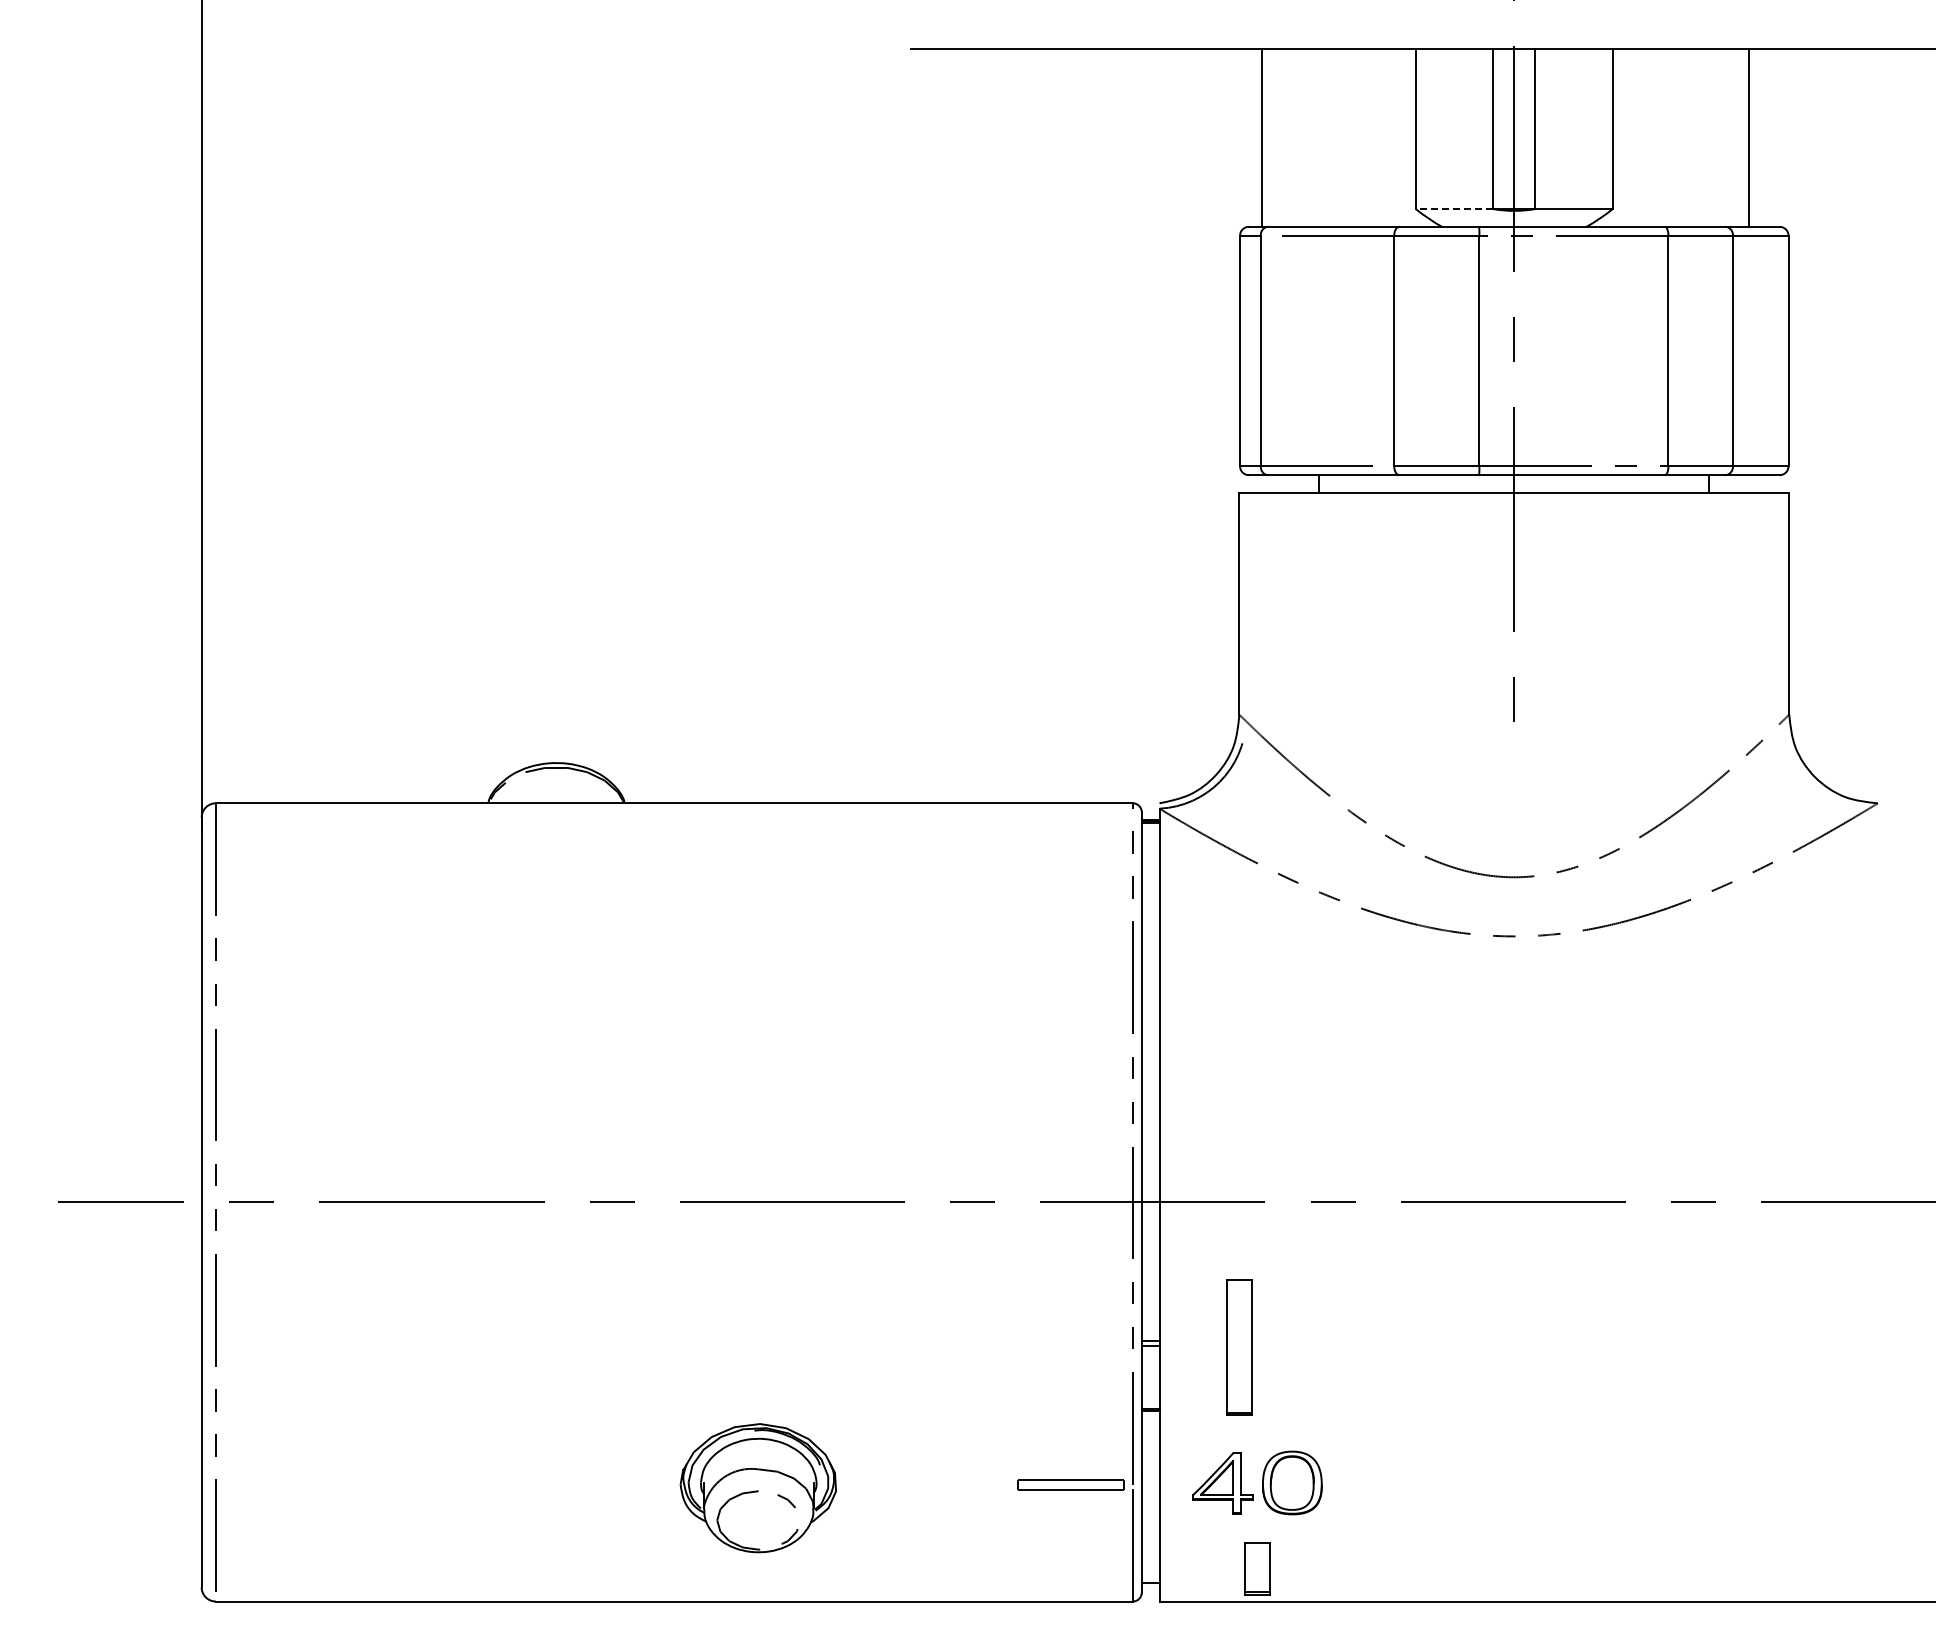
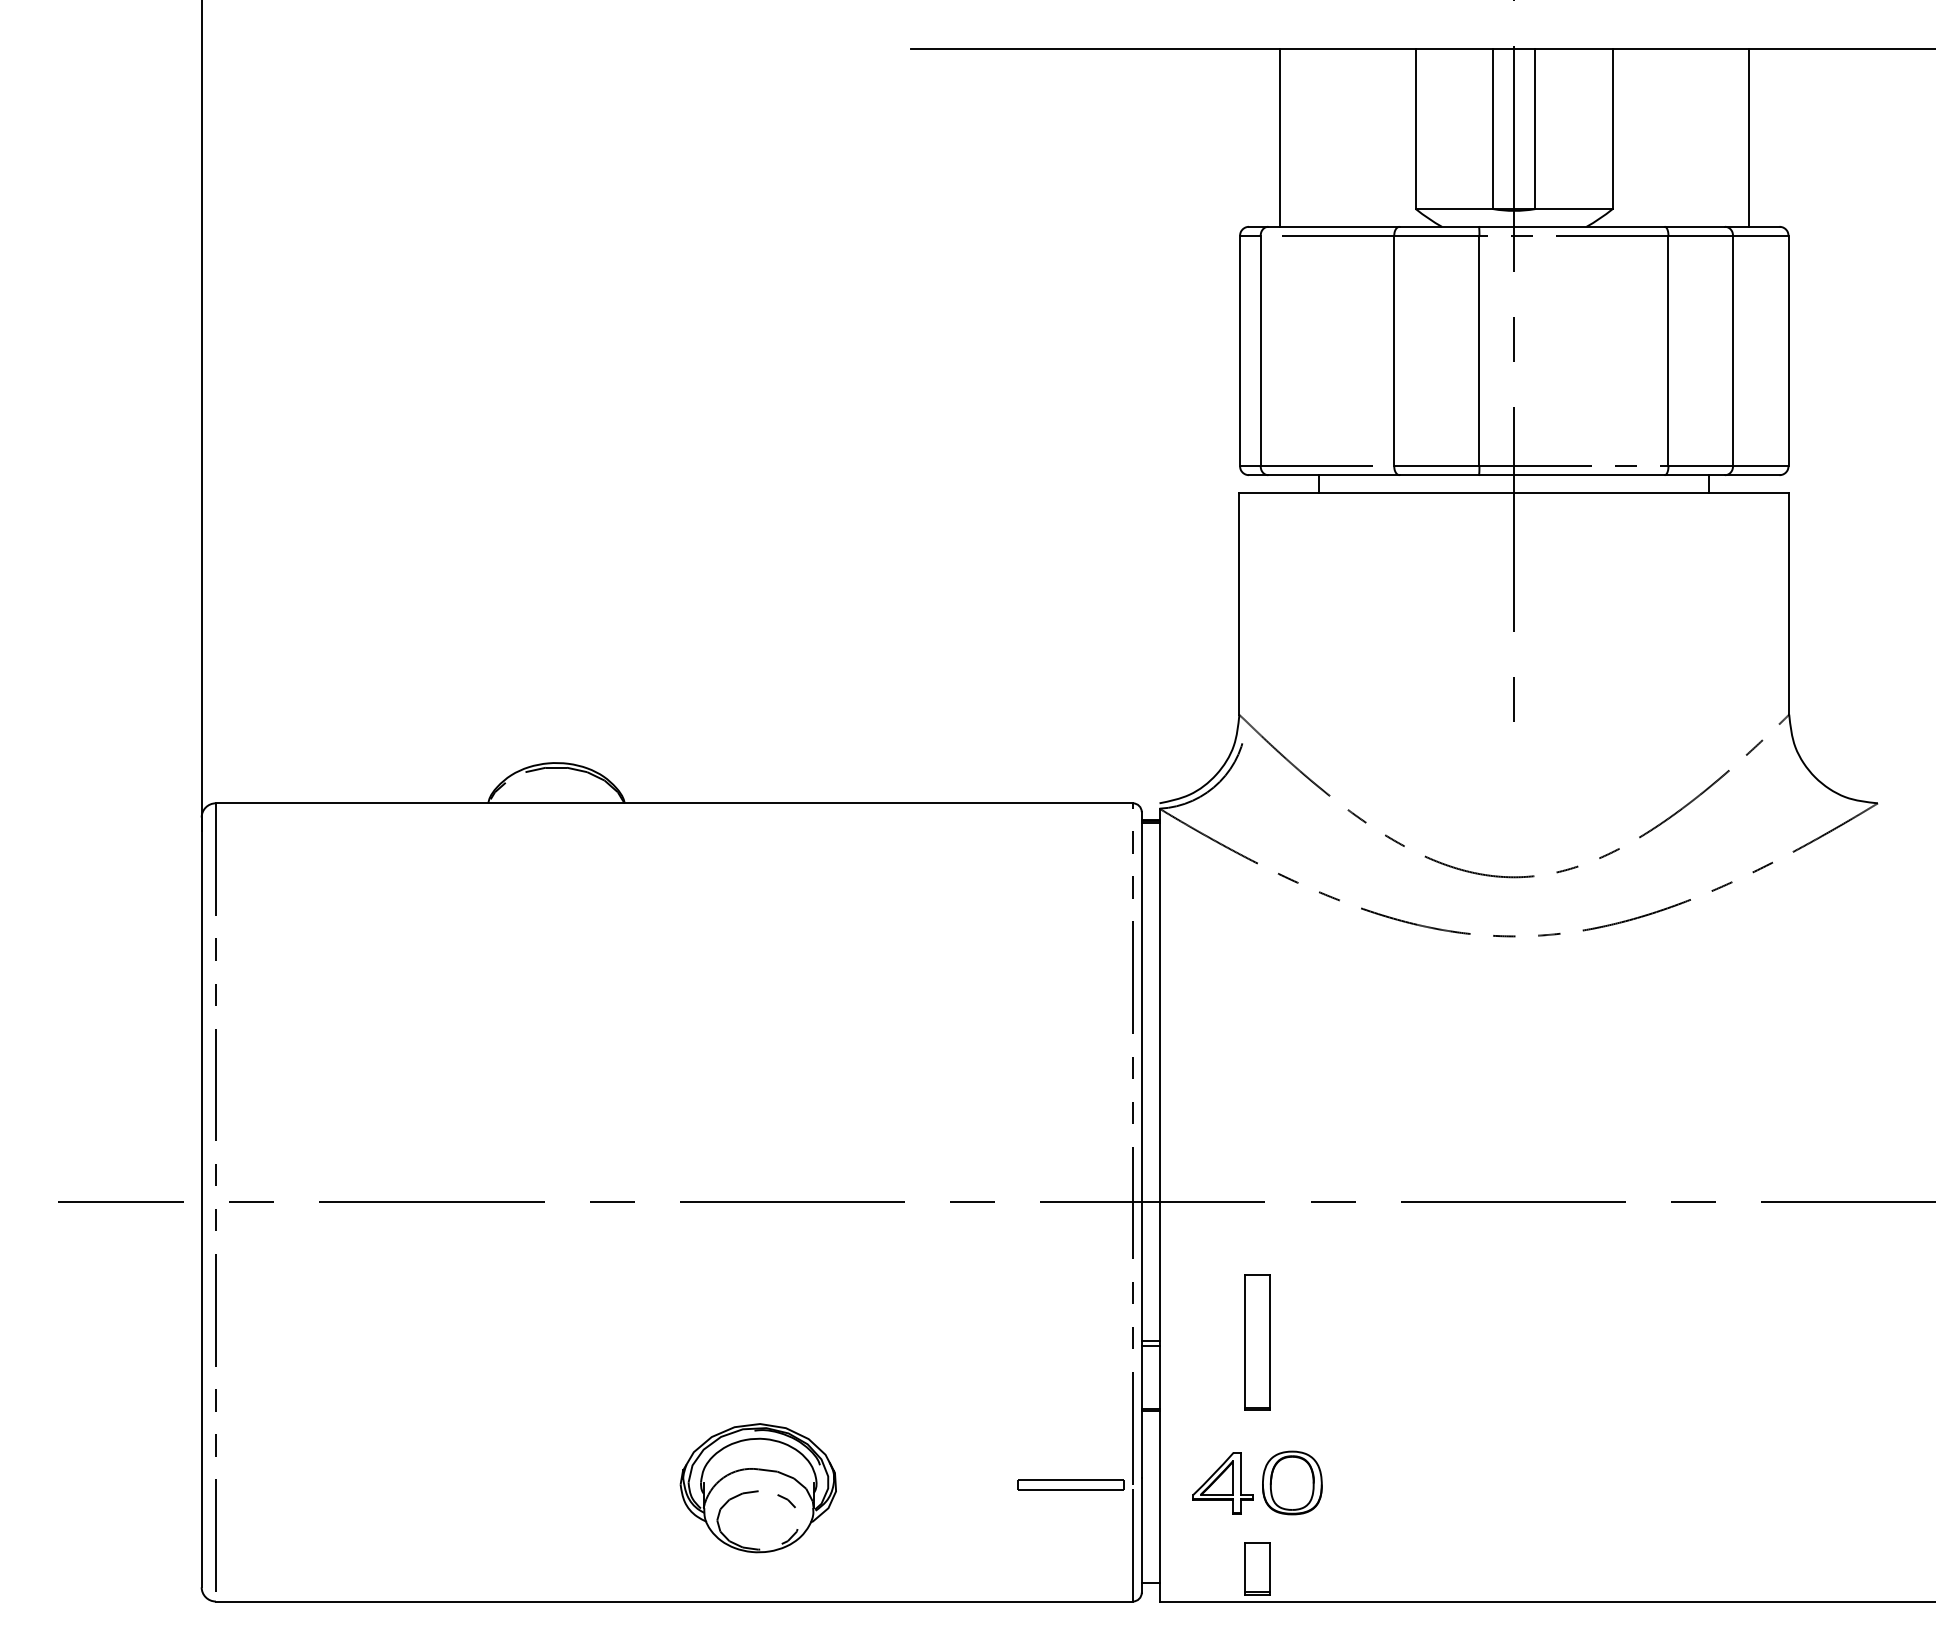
line at (1261, 137) position: (1261, 137) -> (1279, 137)
line at (1454, 209): dashed -> solid
part at (1239, 1347) position: (1239, 1347) -> (1257, 1342)
